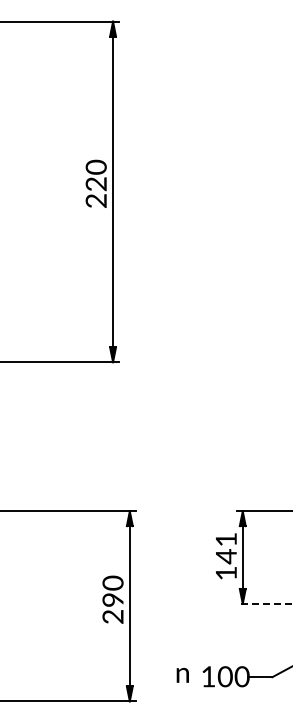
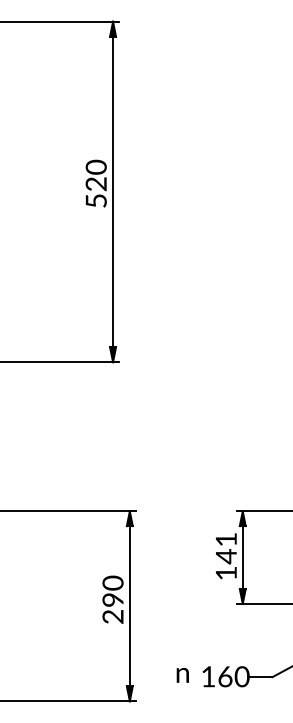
text at (95, 200): 220 -> 520
line at (264, 603): dashed -> solid
text at (224, 676): 100 -> 160
